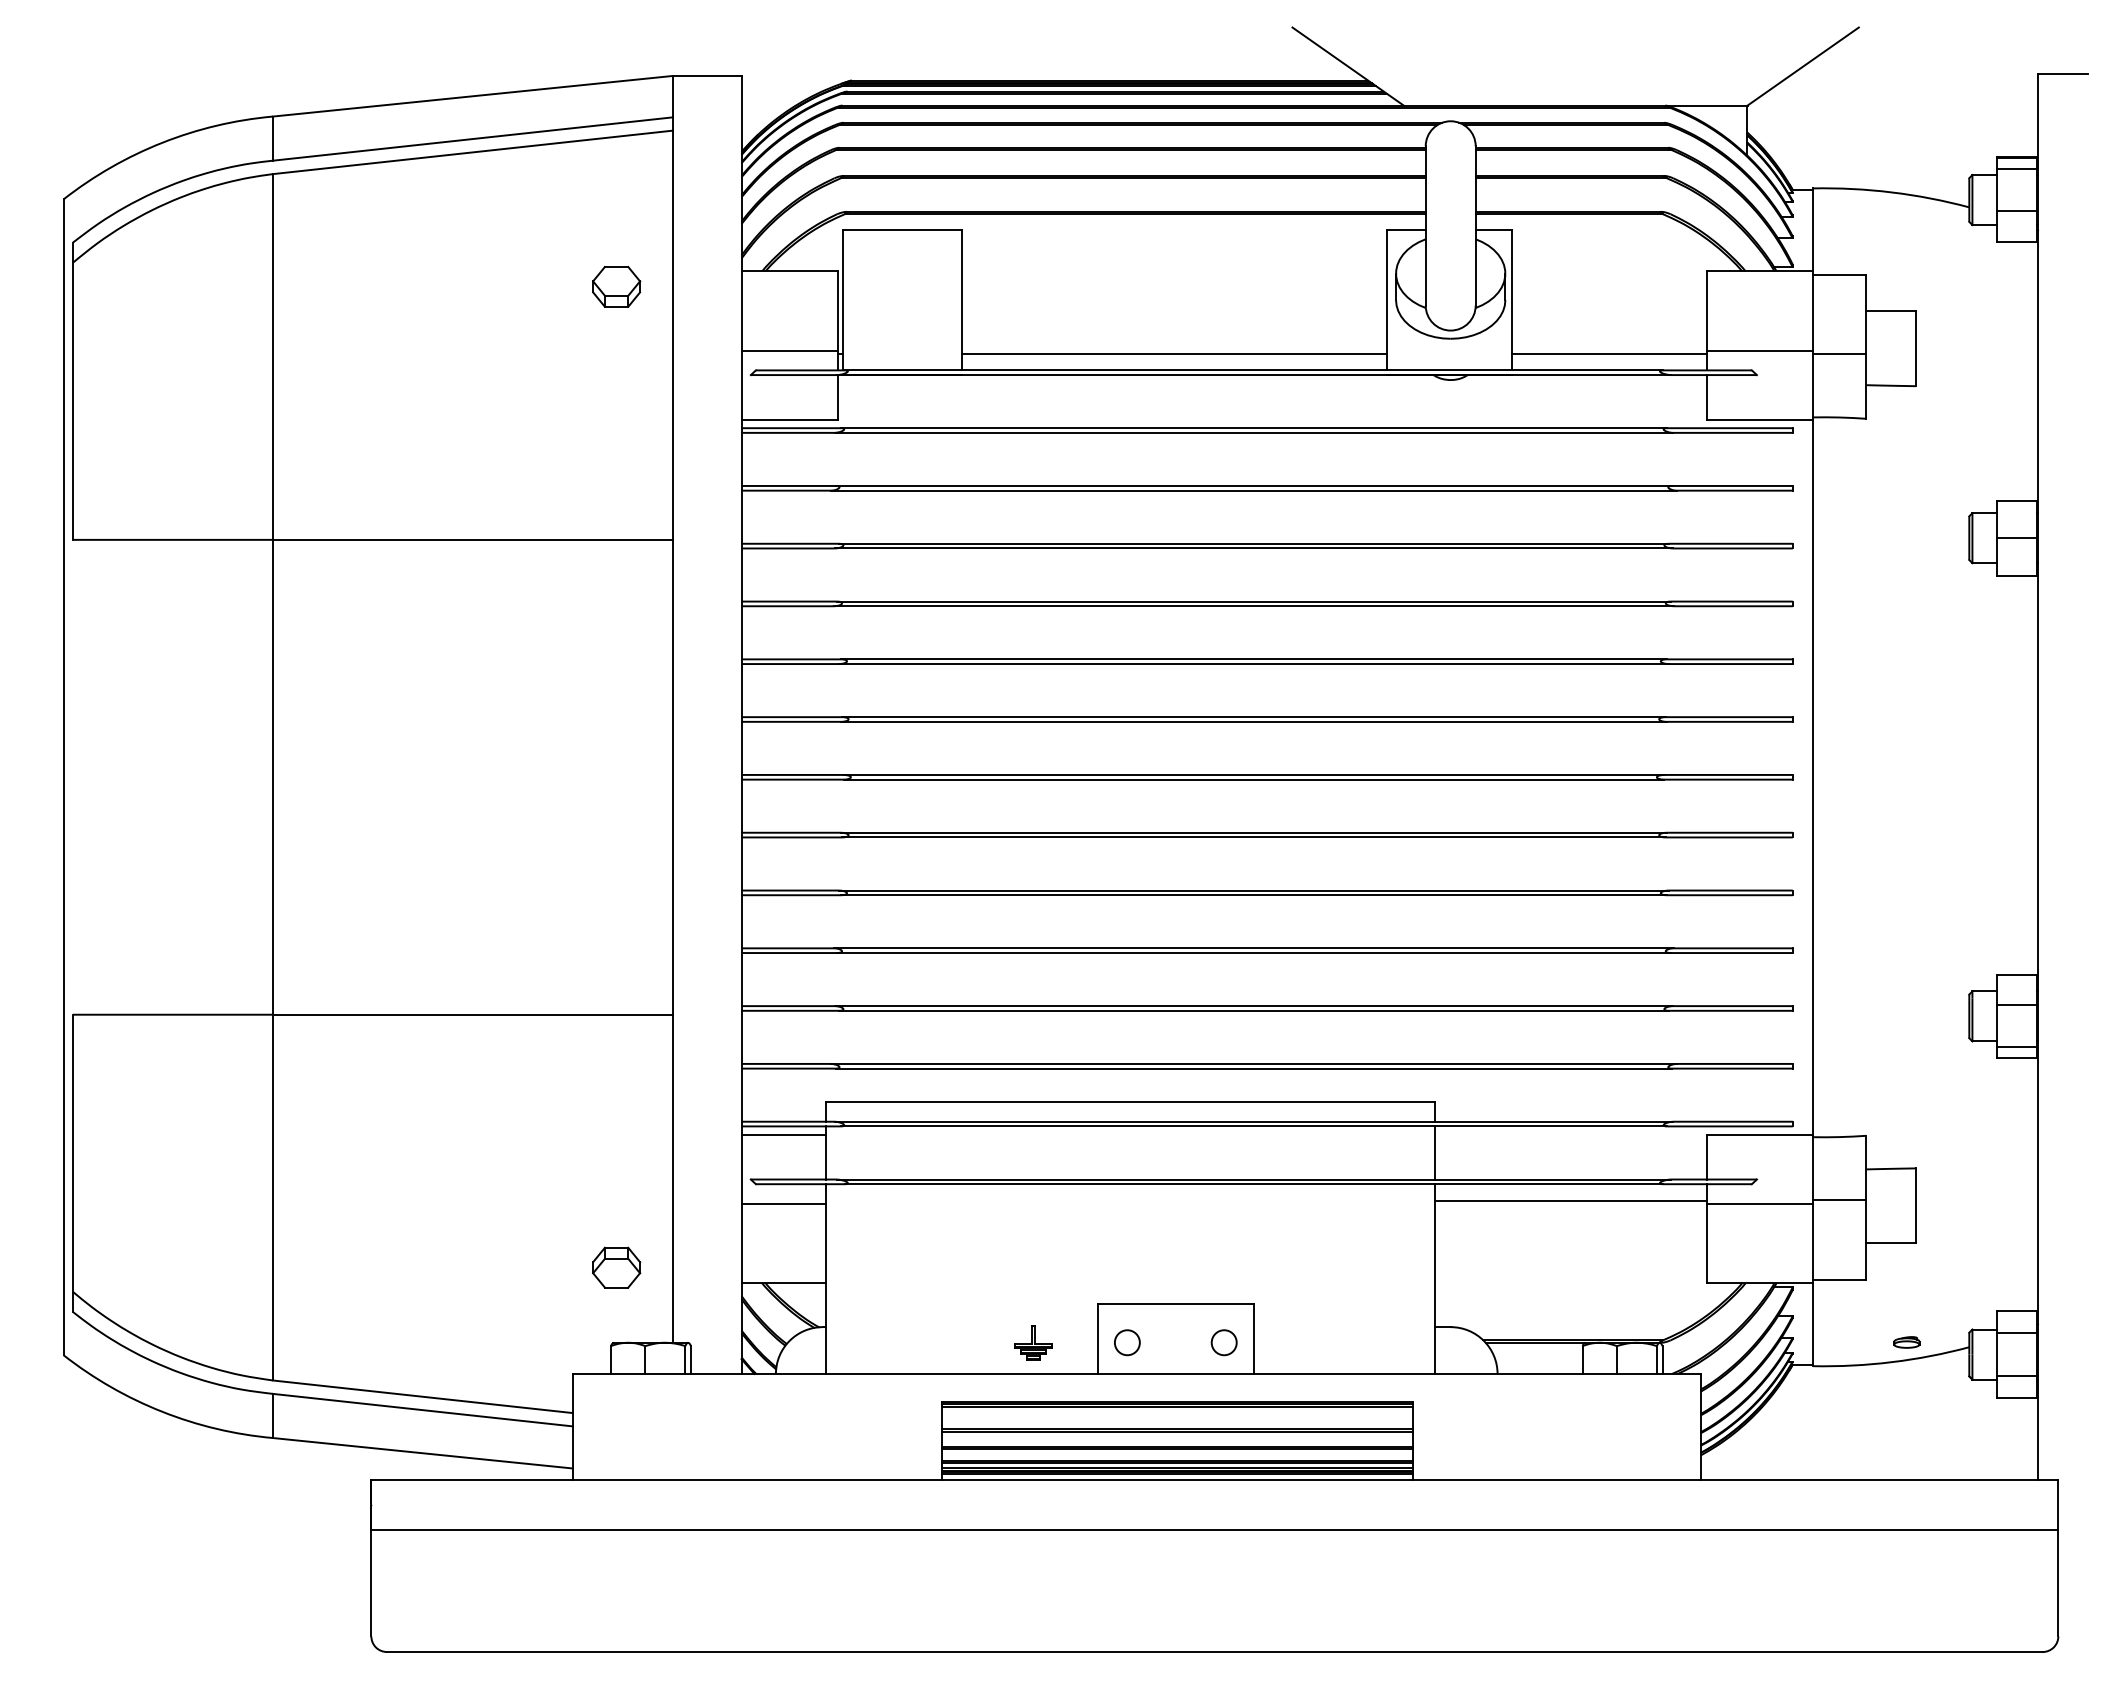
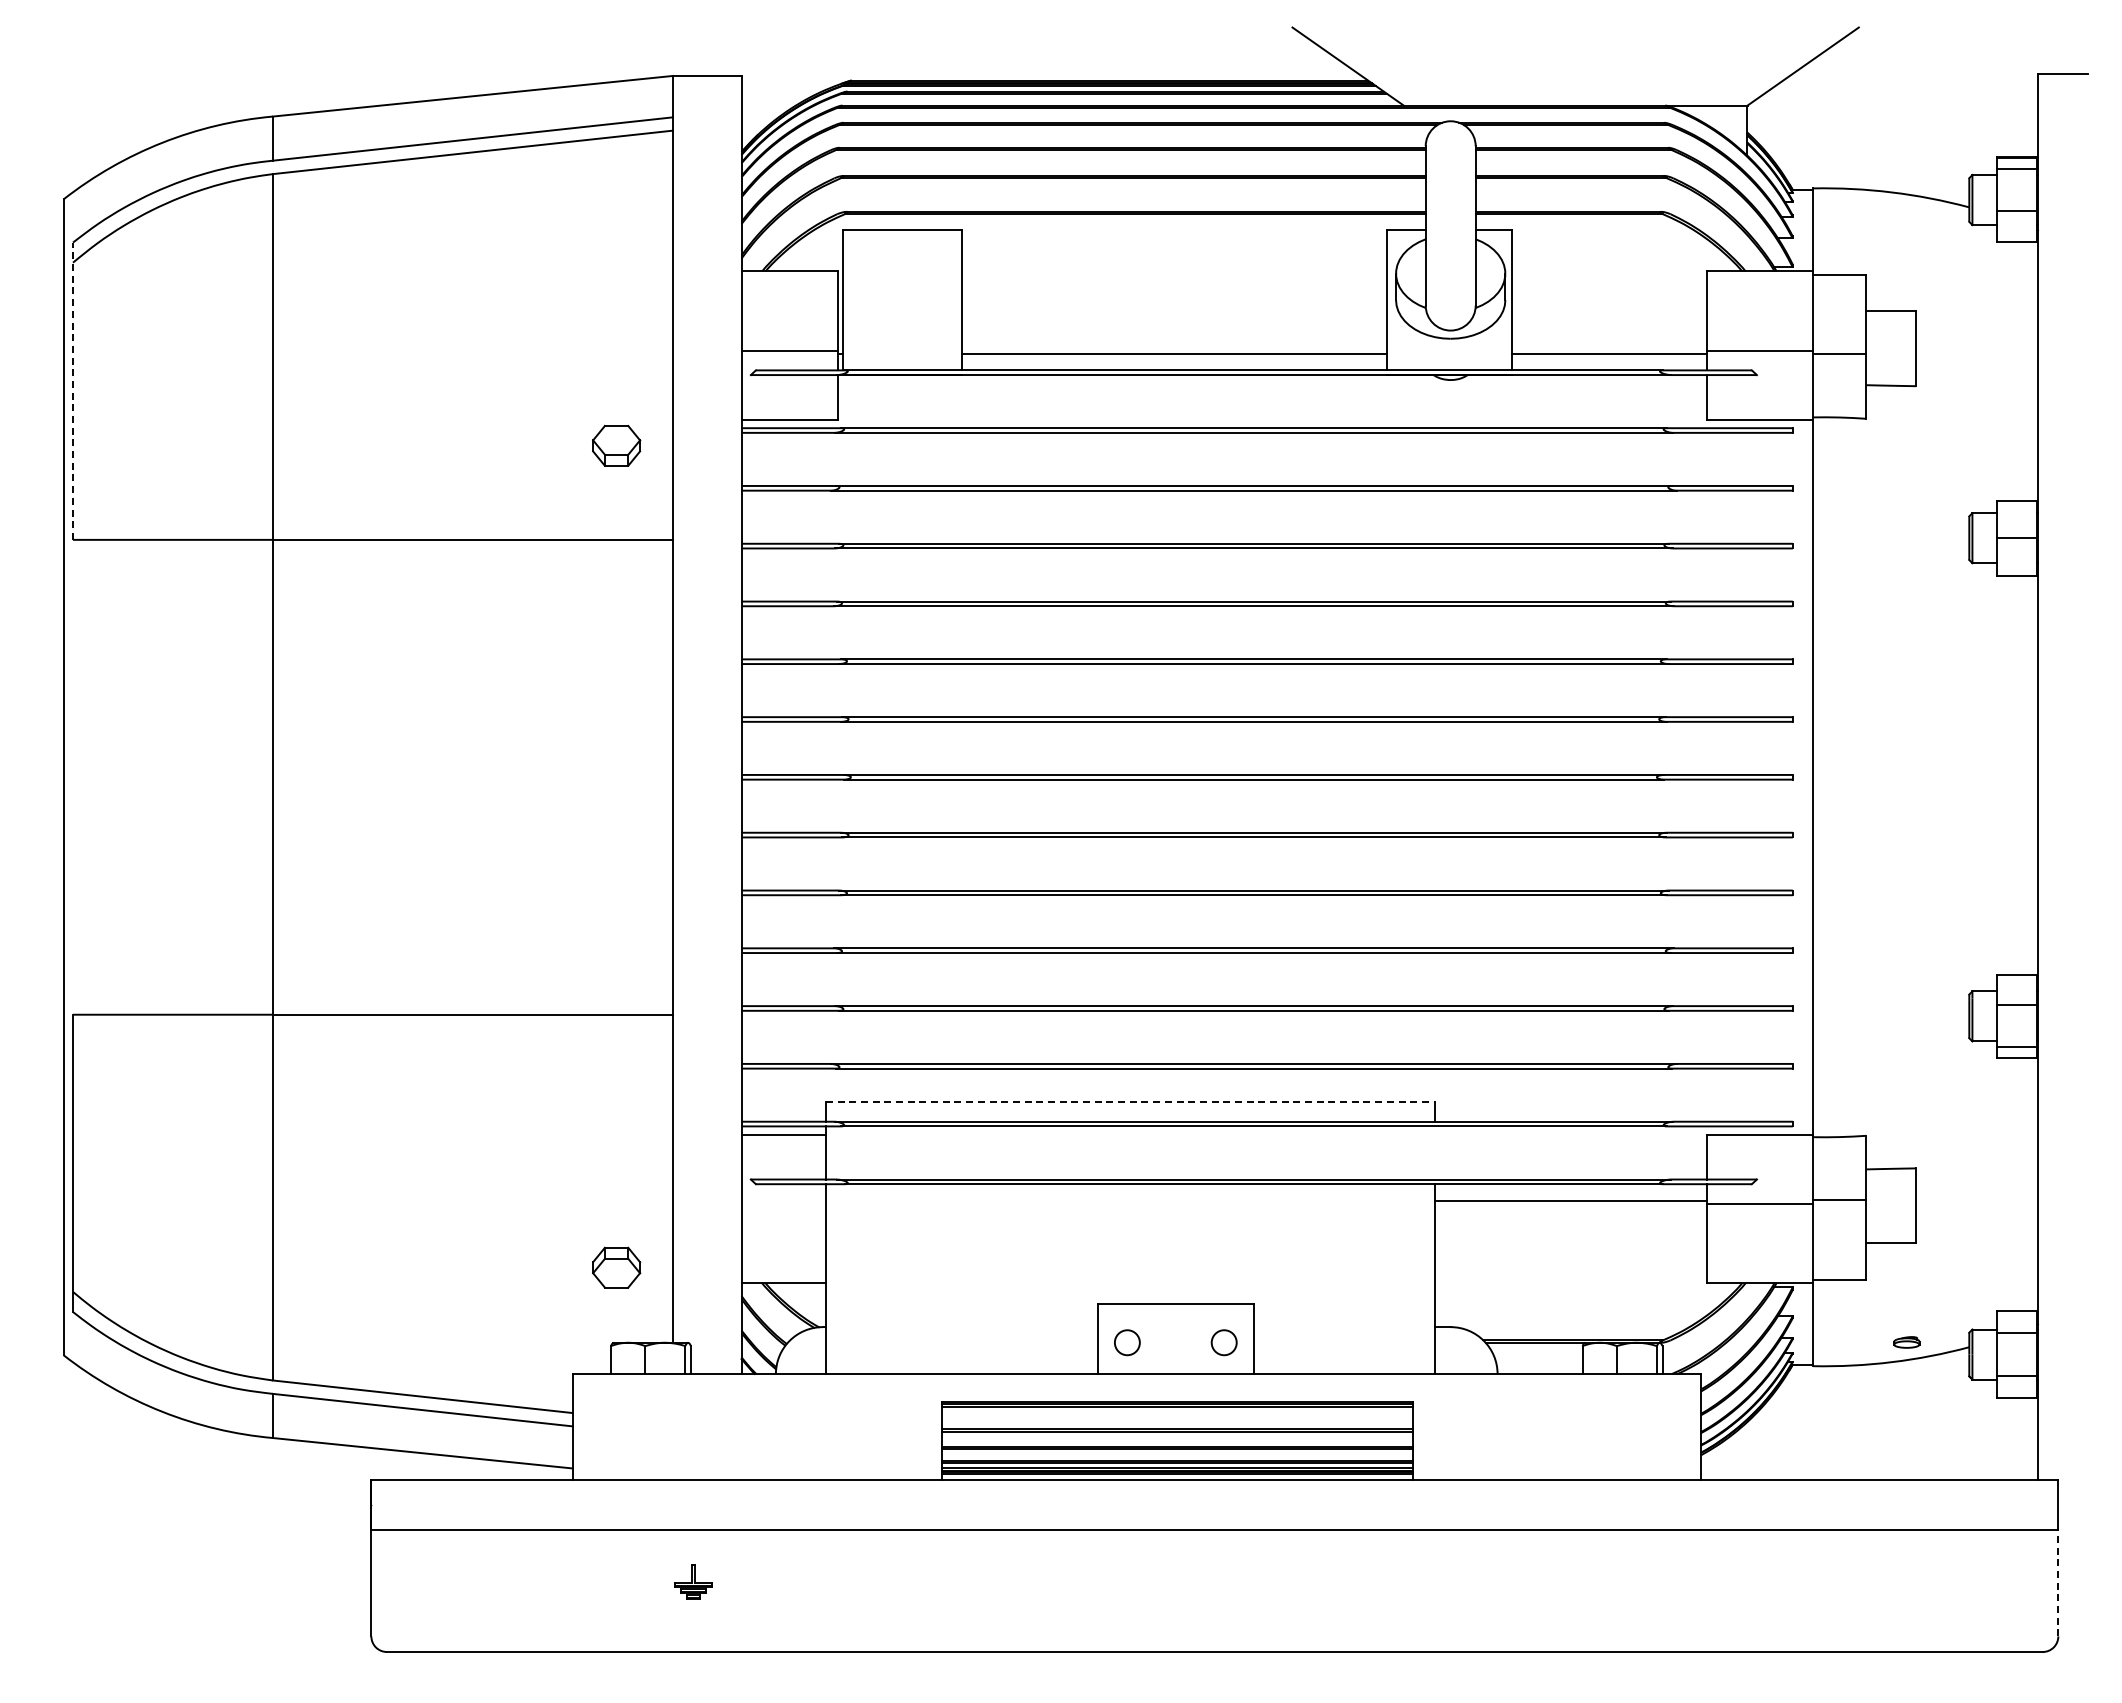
part at (616, 286) position: (616, 286) -> (616, 445)
line at (73, 391): solid -> dashed
line at (1130, 1102): solid -> dashed
line at (1435, 1152): present -> none
line at (783, 1203): present -> none
part at (1033, 1342) position: (1033, 1342) -> (693, 1581)
line at (2058, 1582): solid -> dashed
